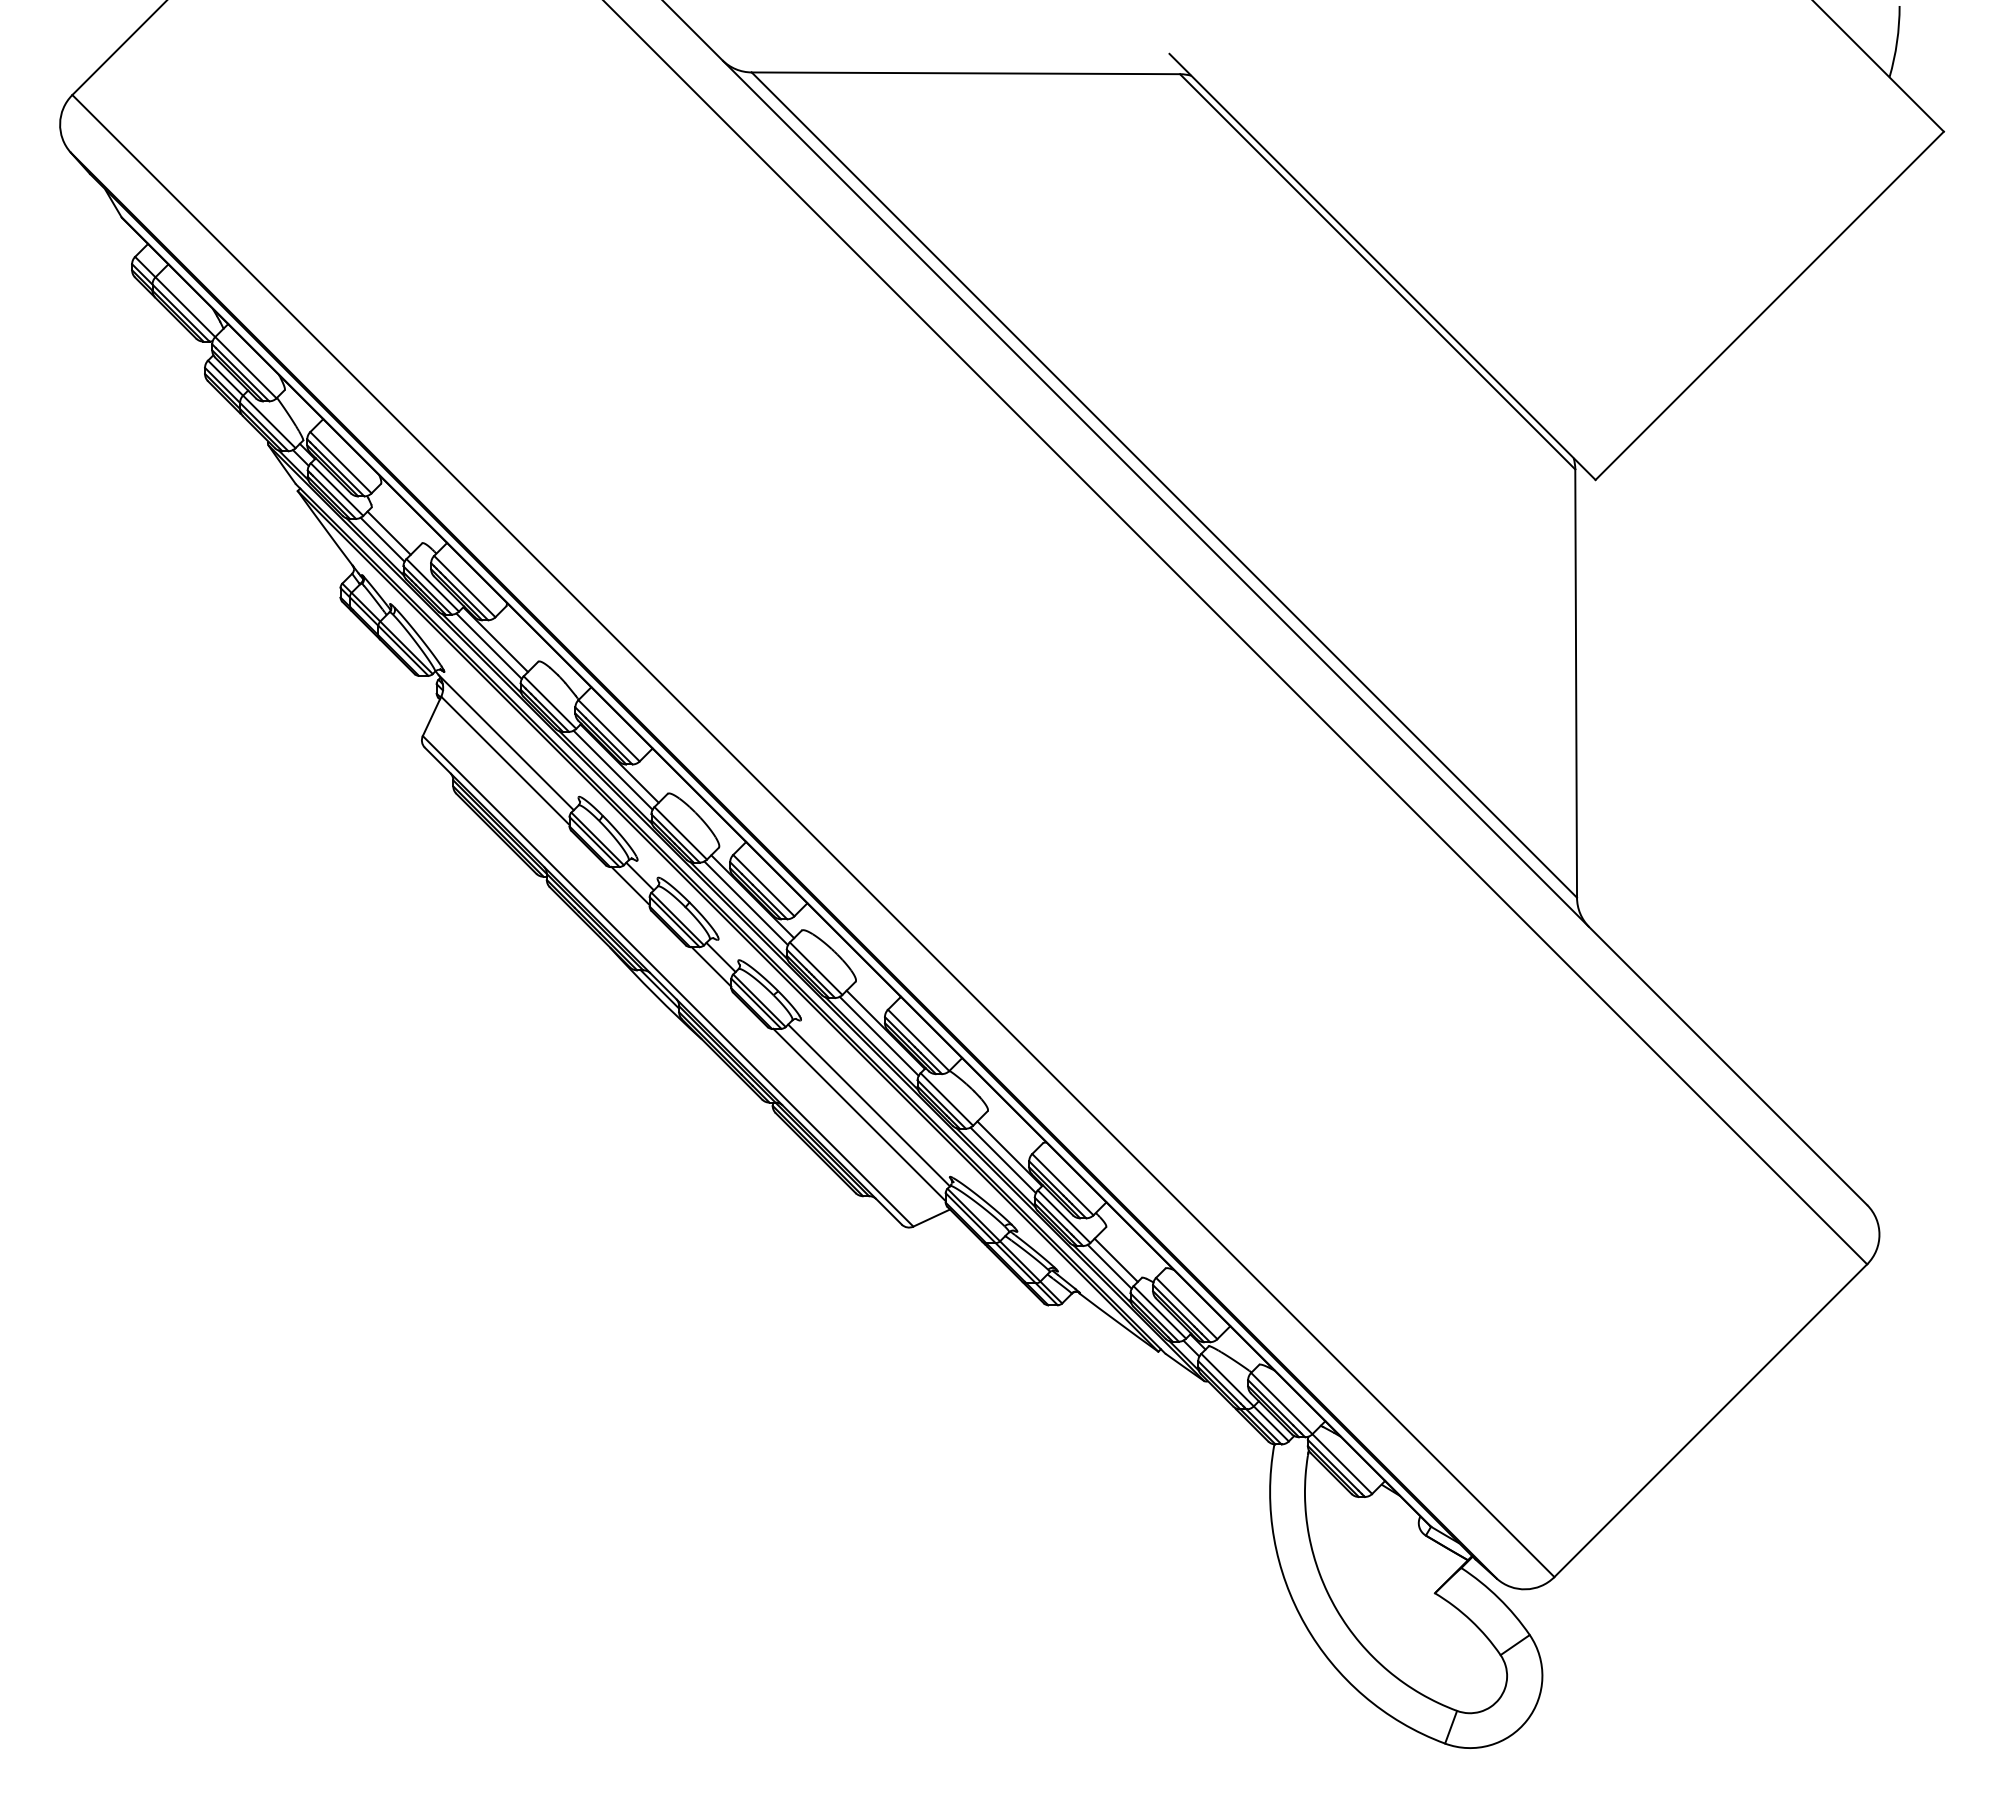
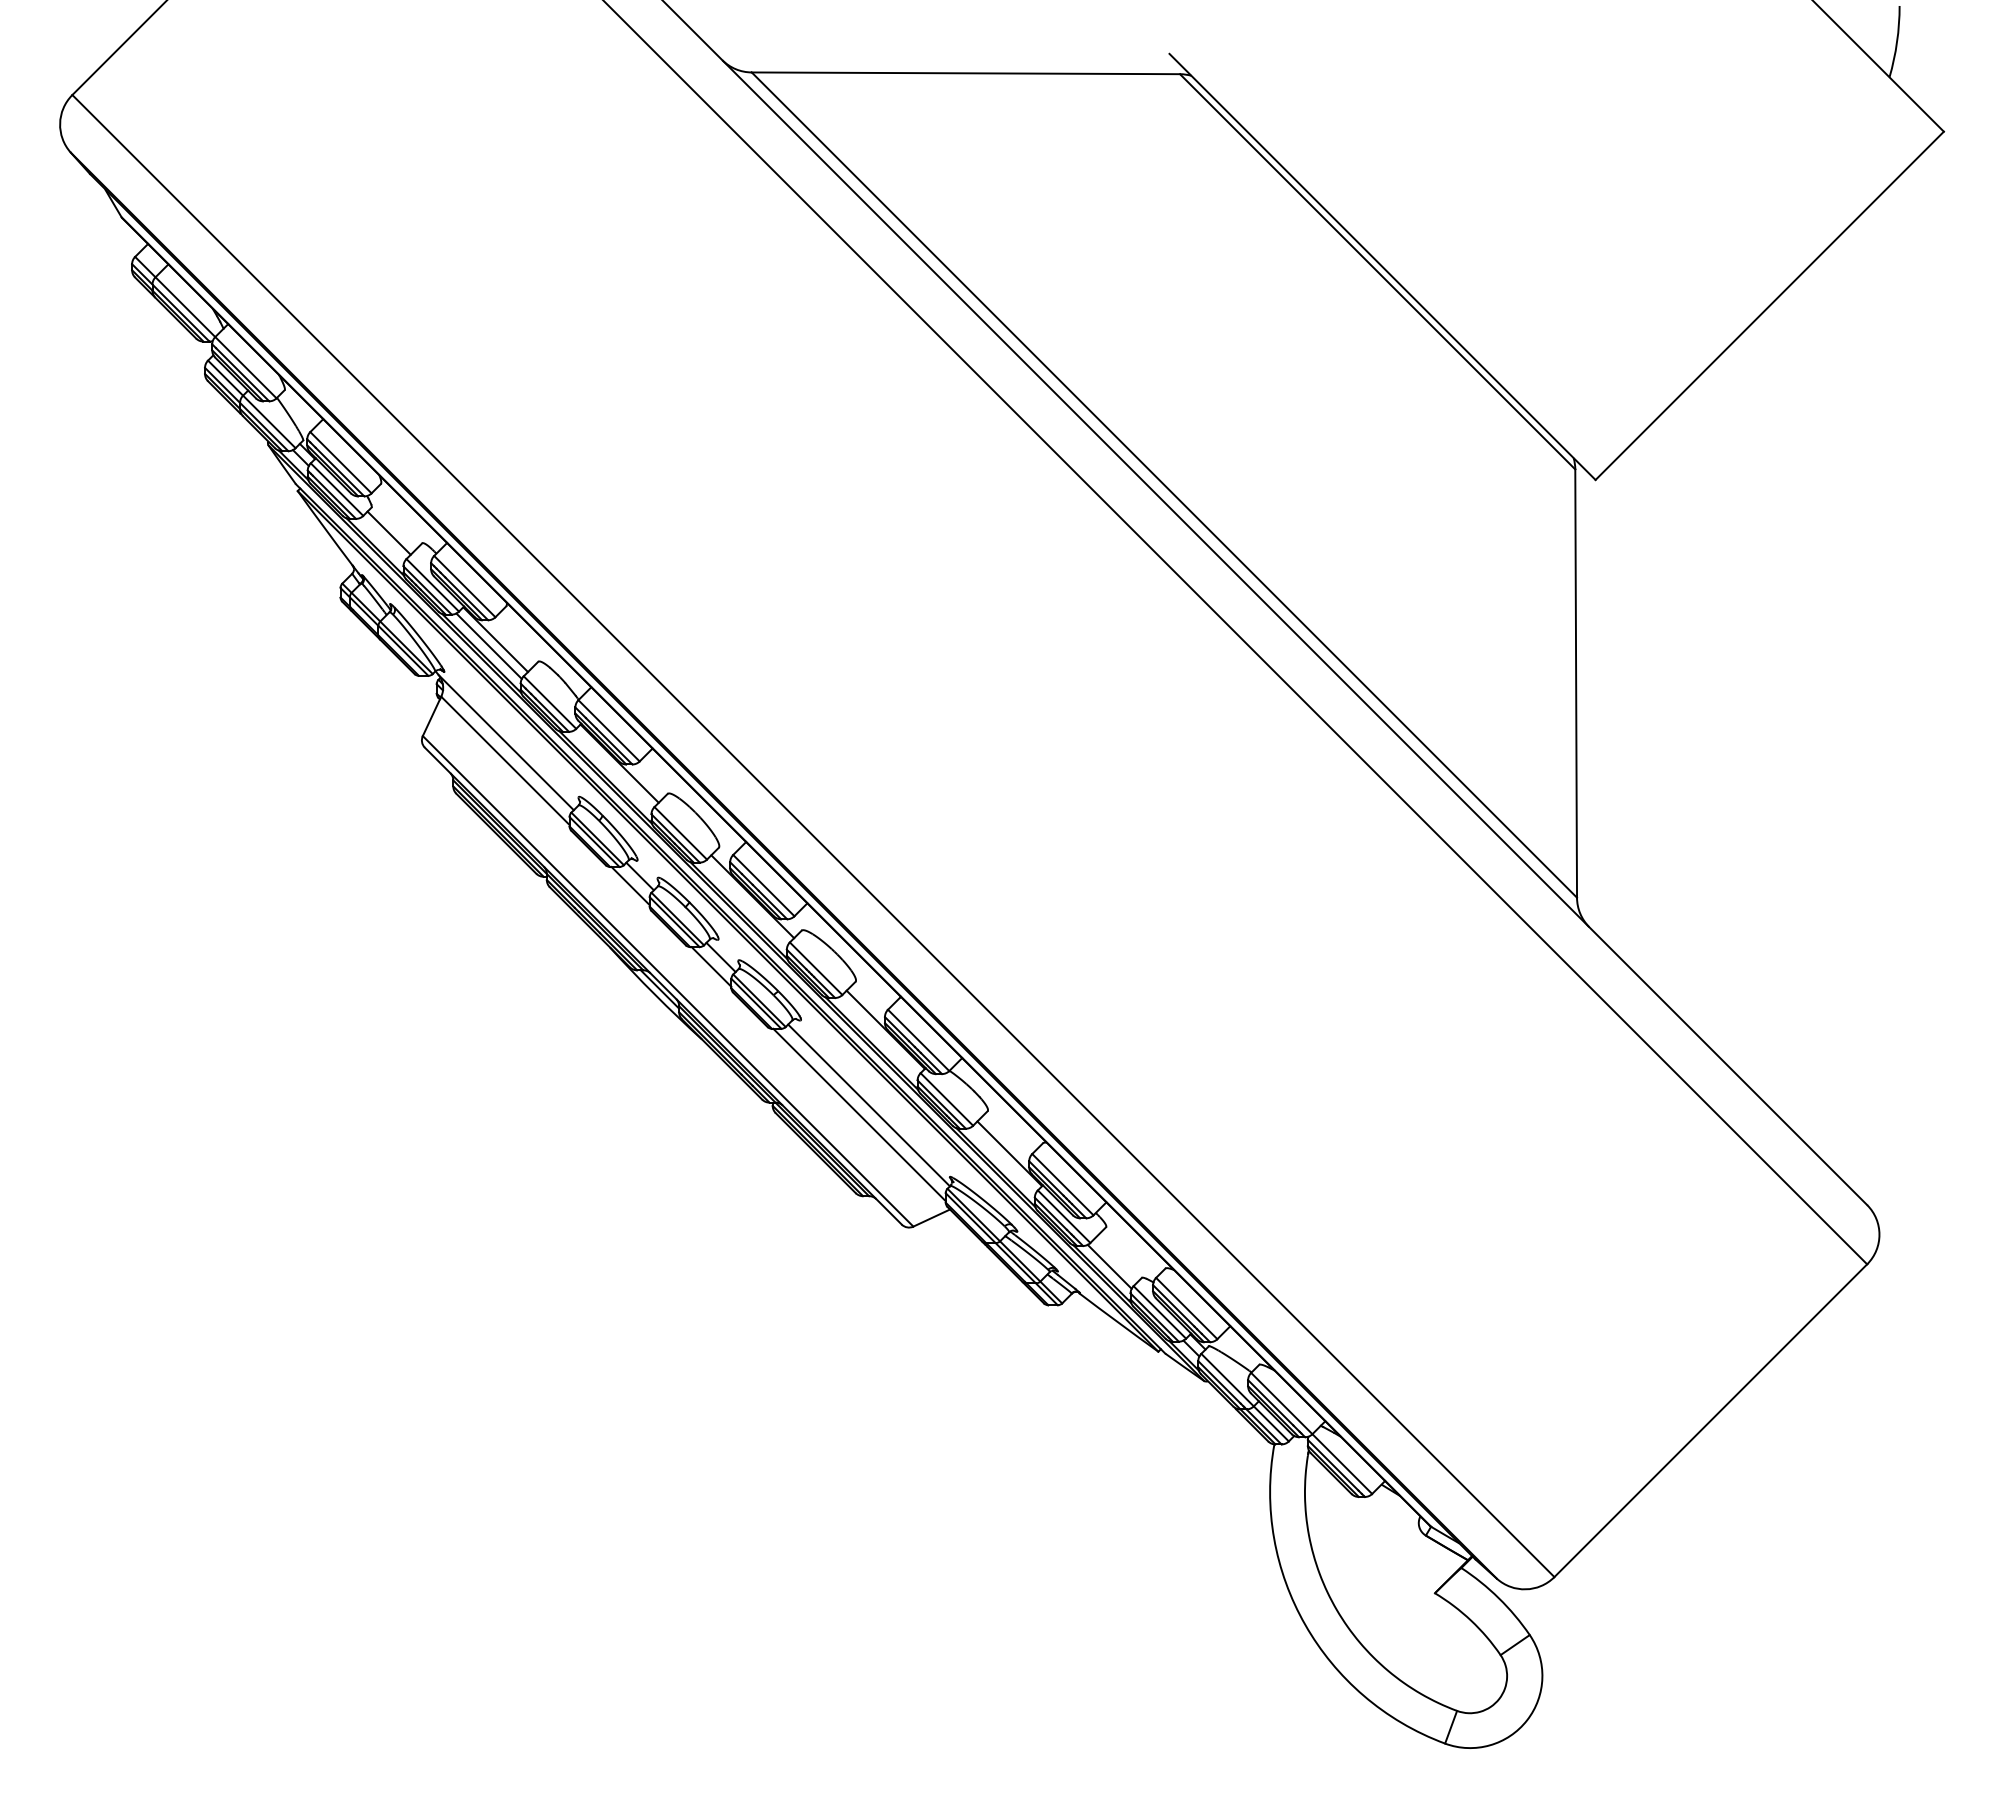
line at (382, 539): present -> none
line at (612, 769): present -> none
line at (745, 903): present -> none
line at (878, 1035): present -> none
line at (1002, 1160): present -> none
line at (1115, 1259): present -> none
